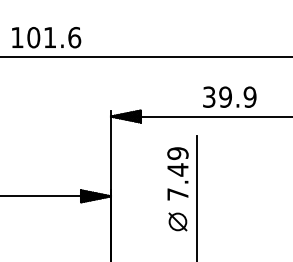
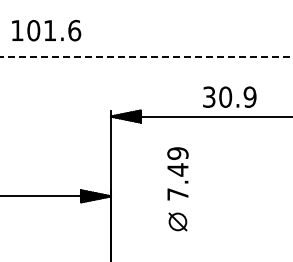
text at (46, 37) position: (46, 37) -> (46, 30)
line at (146, 57): solid -> dashed
text at (225, 96): 39.9 -> 30.9
line at (197, 196): present -> none
